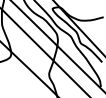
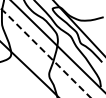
line at (44, 52): solid -> dashed
